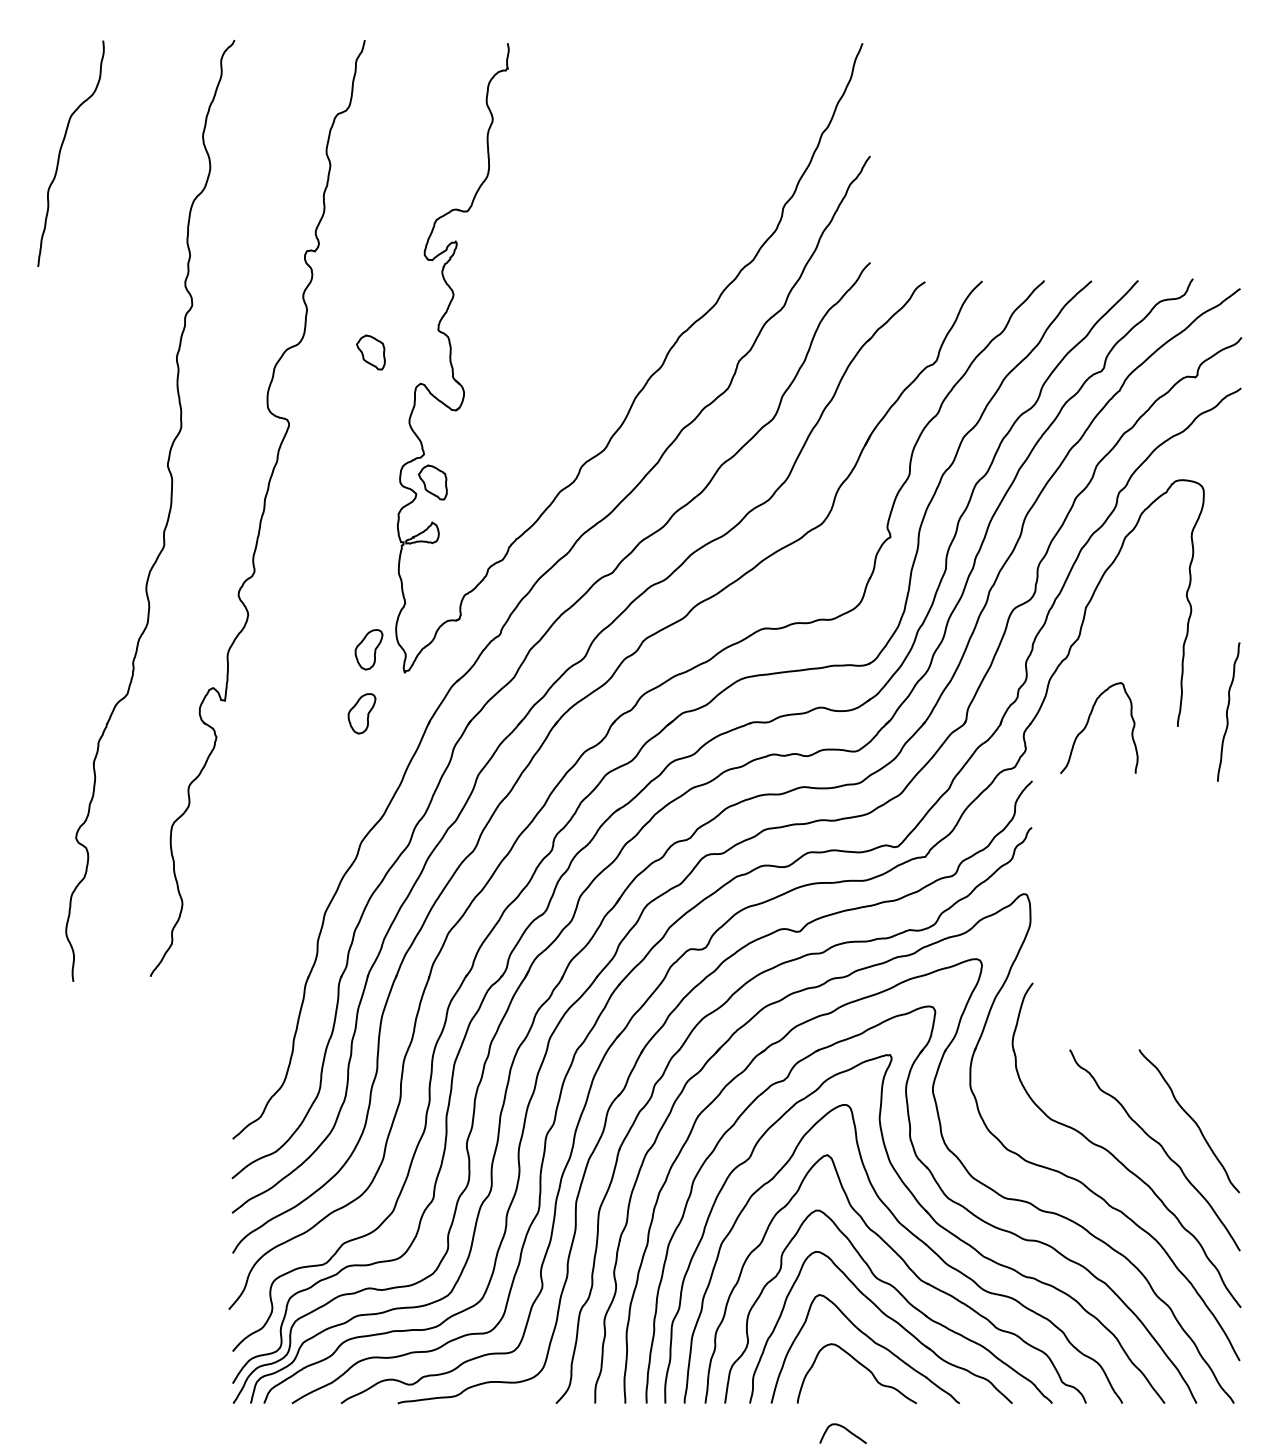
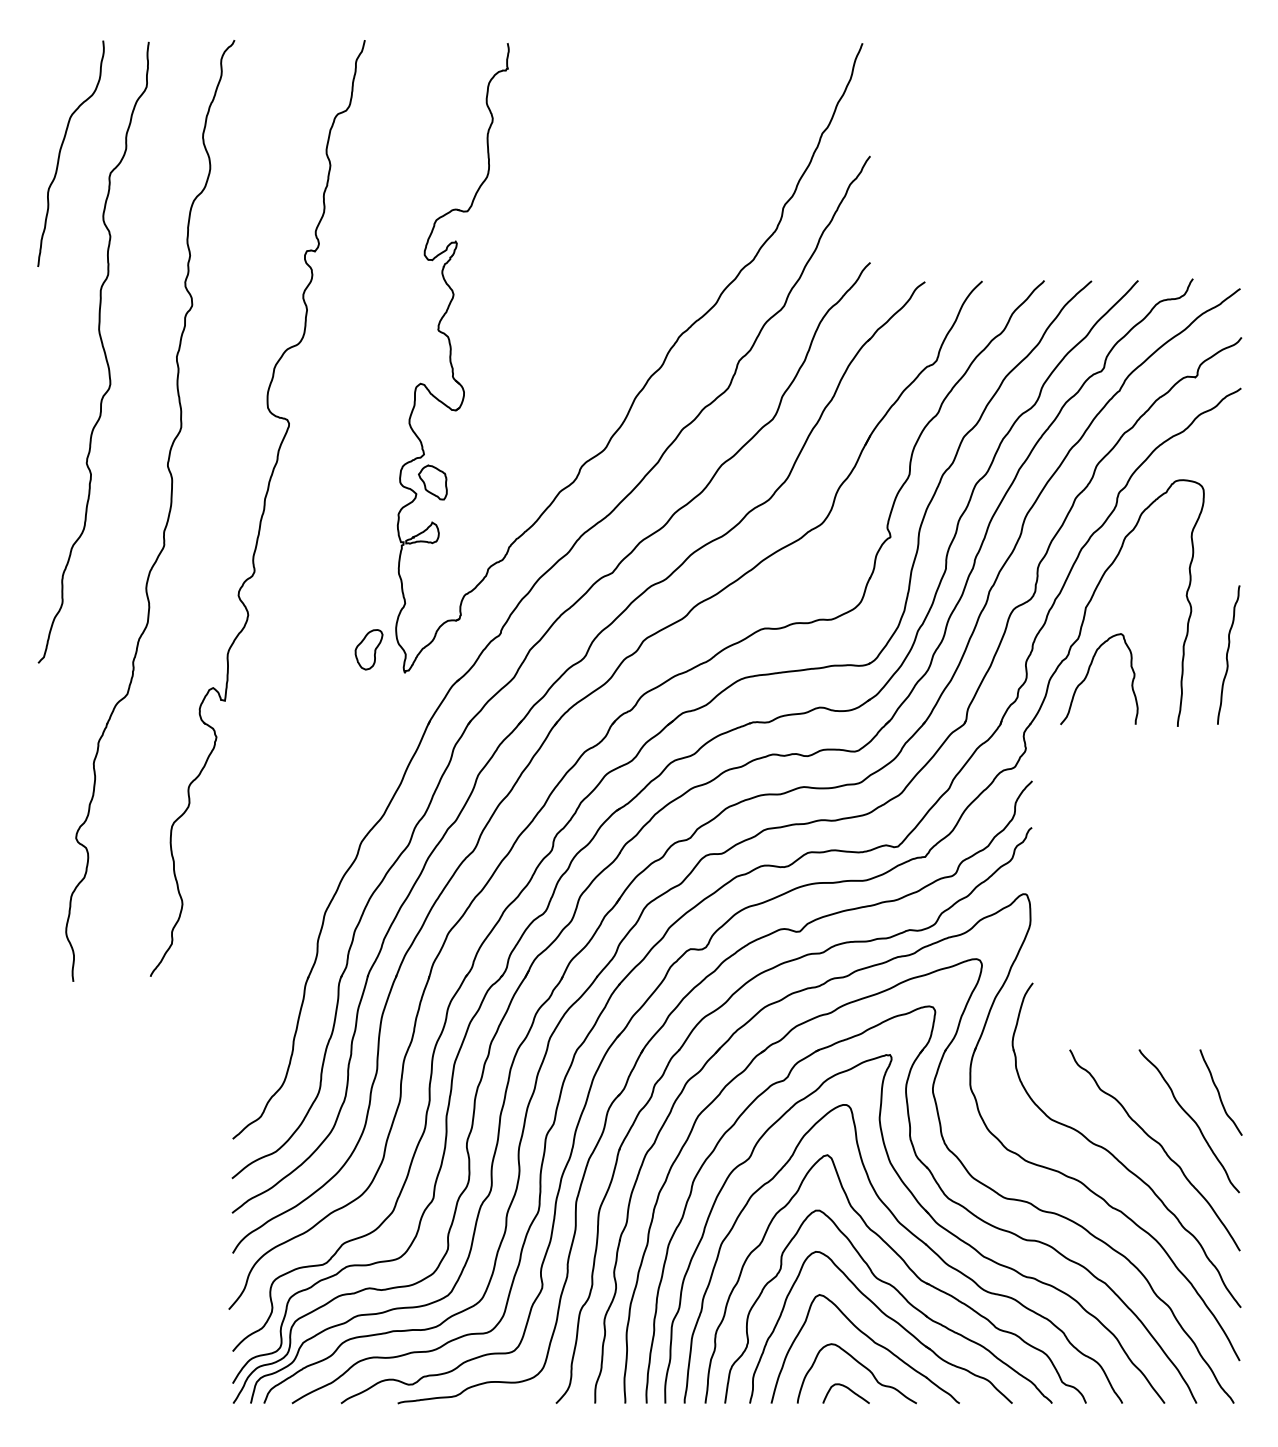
curve at (102, 348): none -> present
part at (370, 352): present -> none
curve at (1228, 710) position: (1228, 710) -> (1228, 653)
part at (361, 713): present -> none
curve at (1088, 723) position: (1088, 723) -> (1088, 674)
curve at (1219, 1092): none -> present
curve at (845, 1429) position: (845, 1429) -> (848, 1389)
